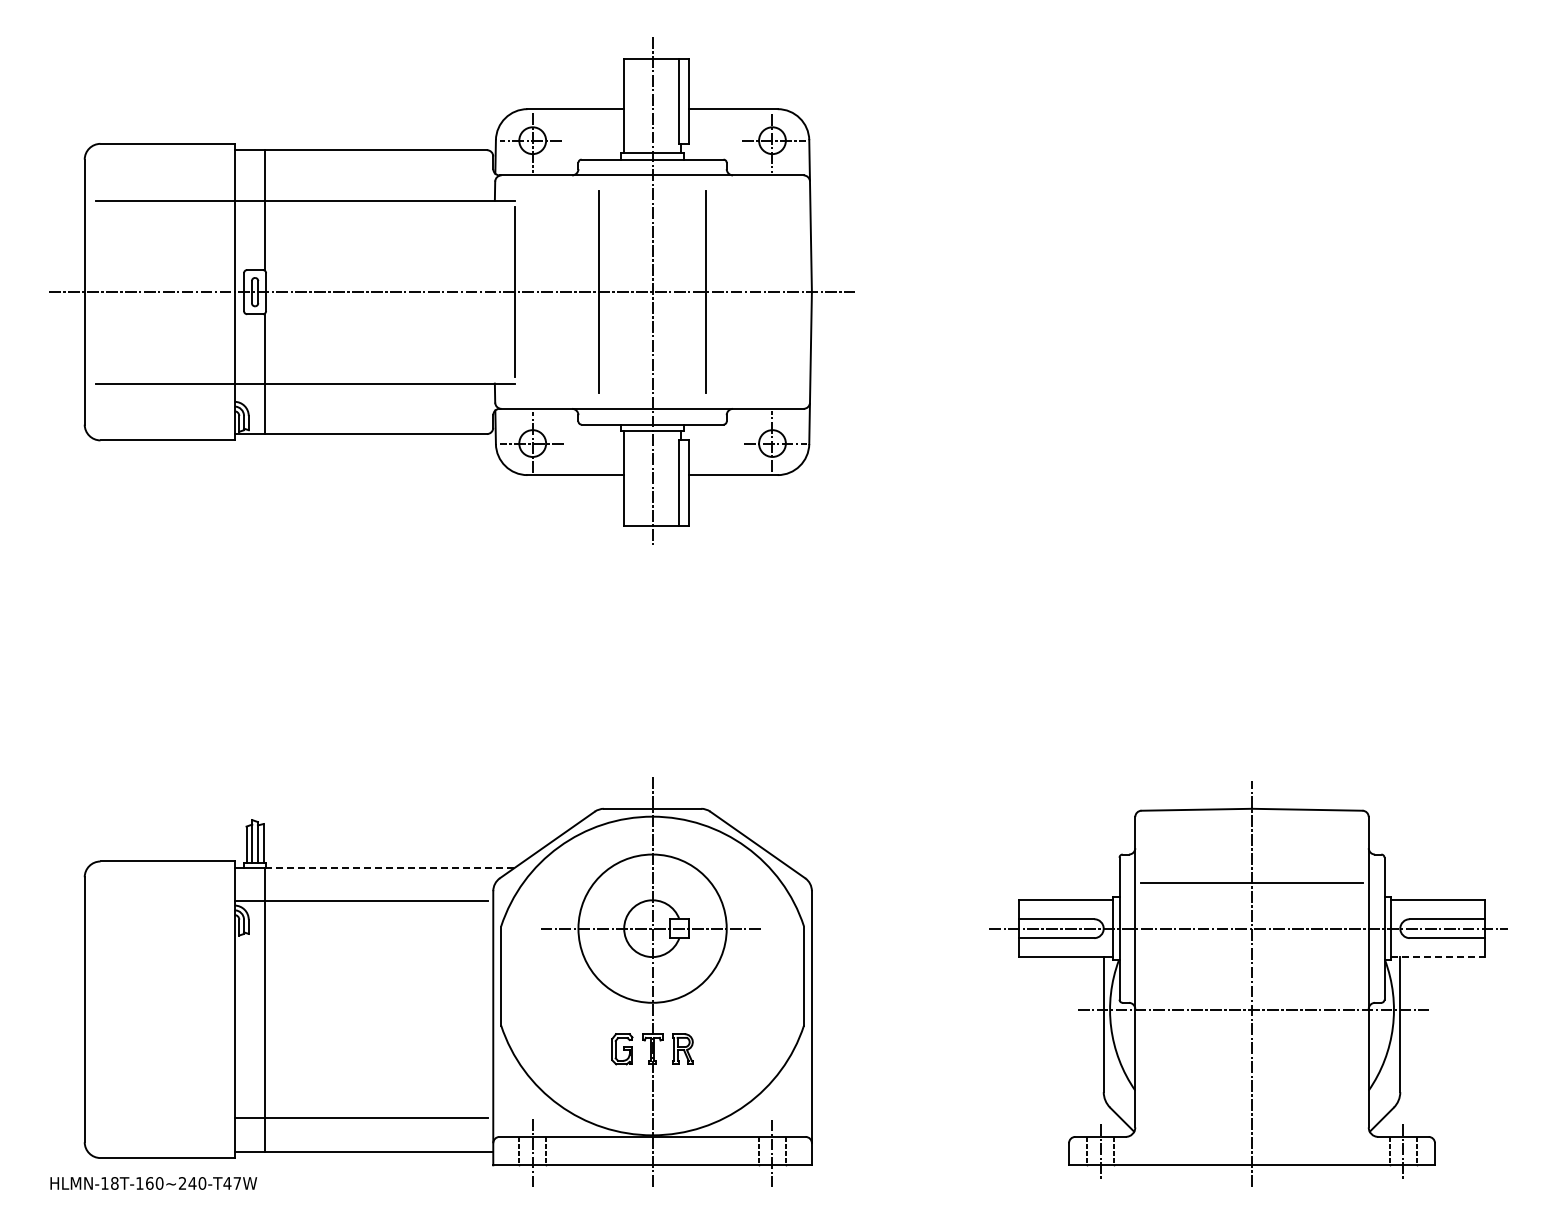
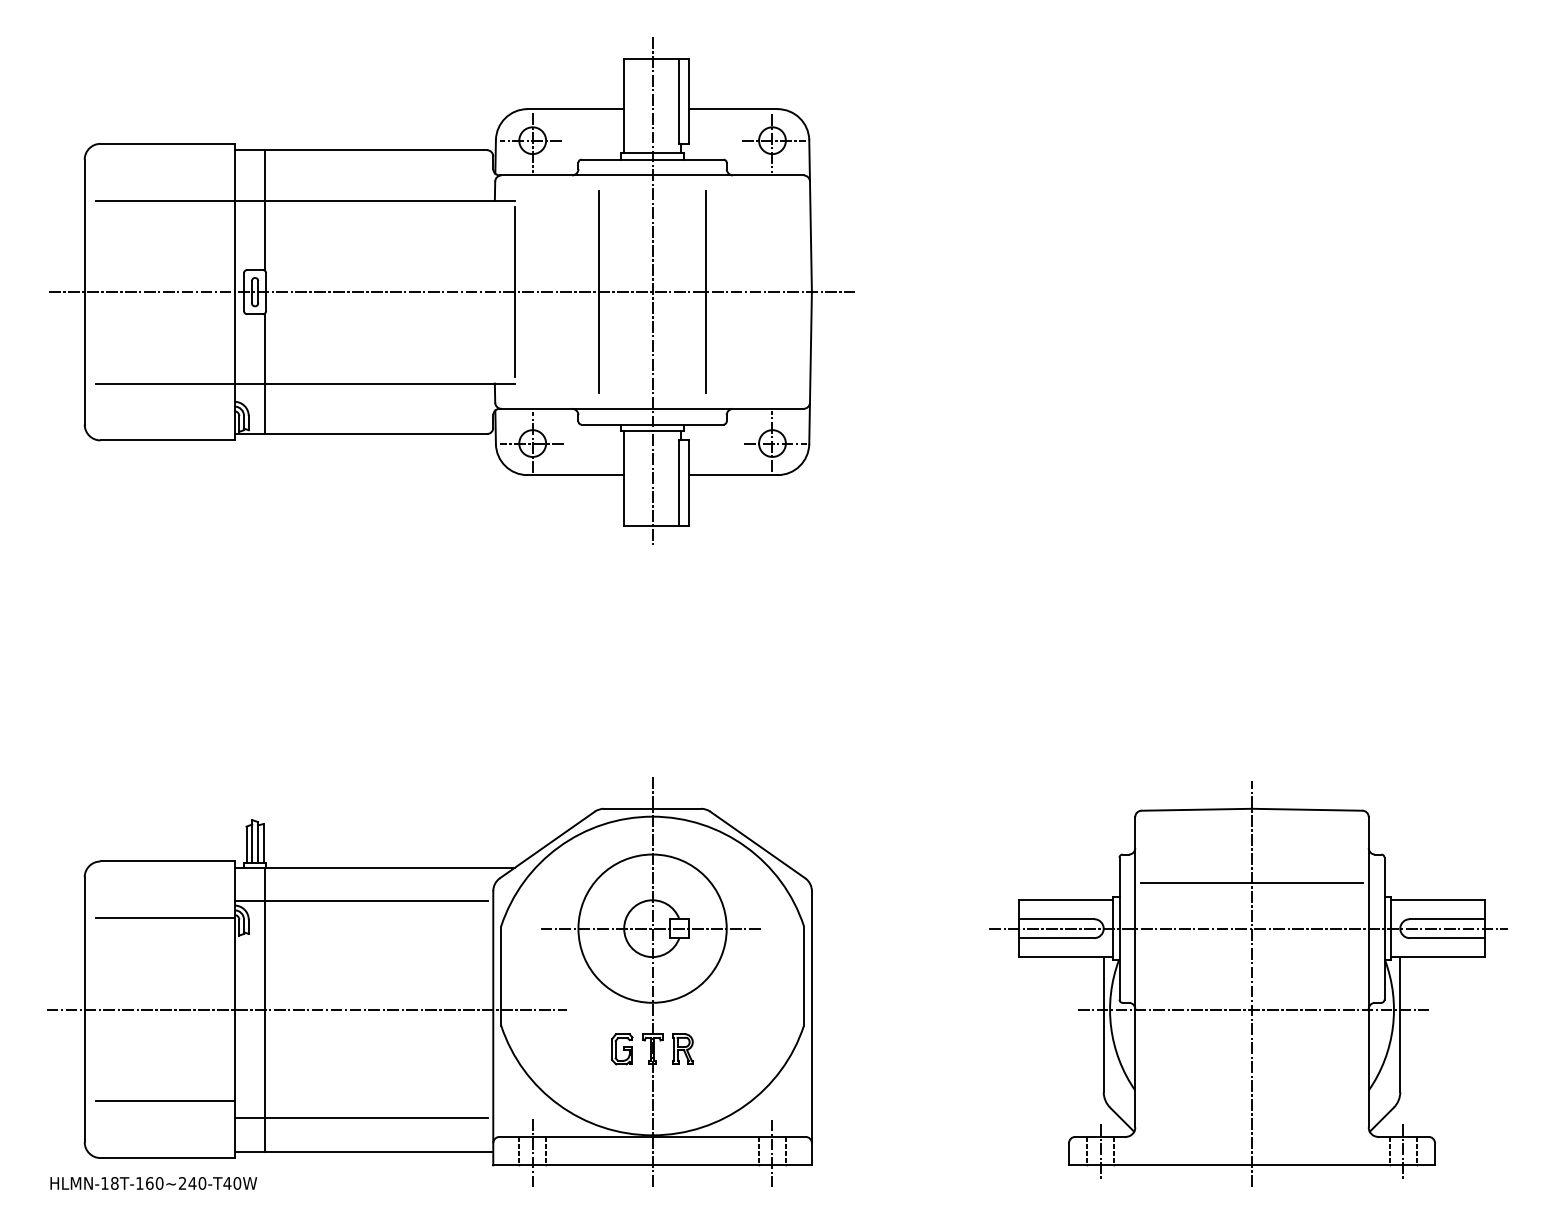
line at (390, 867): dashed -> solid
line at (164, 918): none -> present
line at (1438, 957): dashed -> solid
line at (306, 1009): none -> present
line at (164, 1101): none -> present
text at (237, 1183): HLMN-18T-160~240-T47W -> HLMN-18T-160~240-T40W
